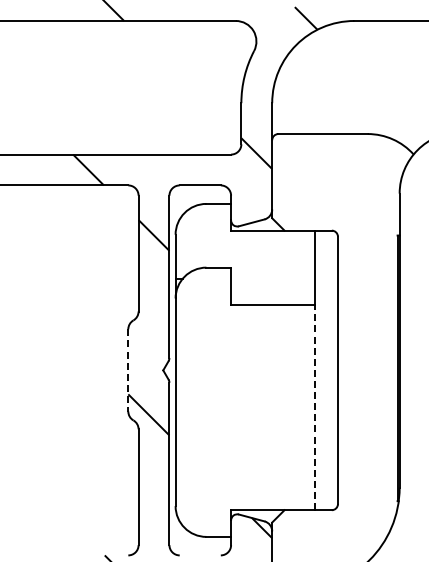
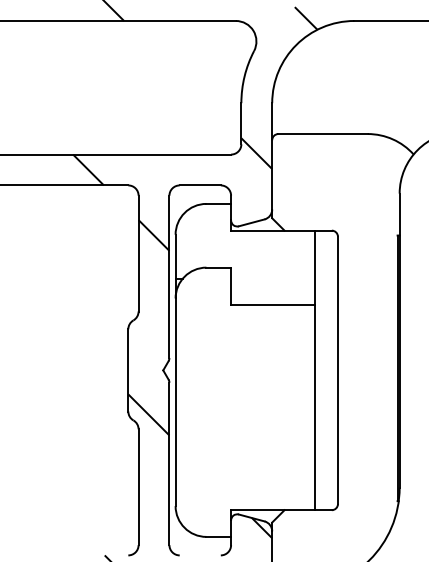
line at (128, 370): dashed -> solid
line at (315, 407): dashed -> solid
